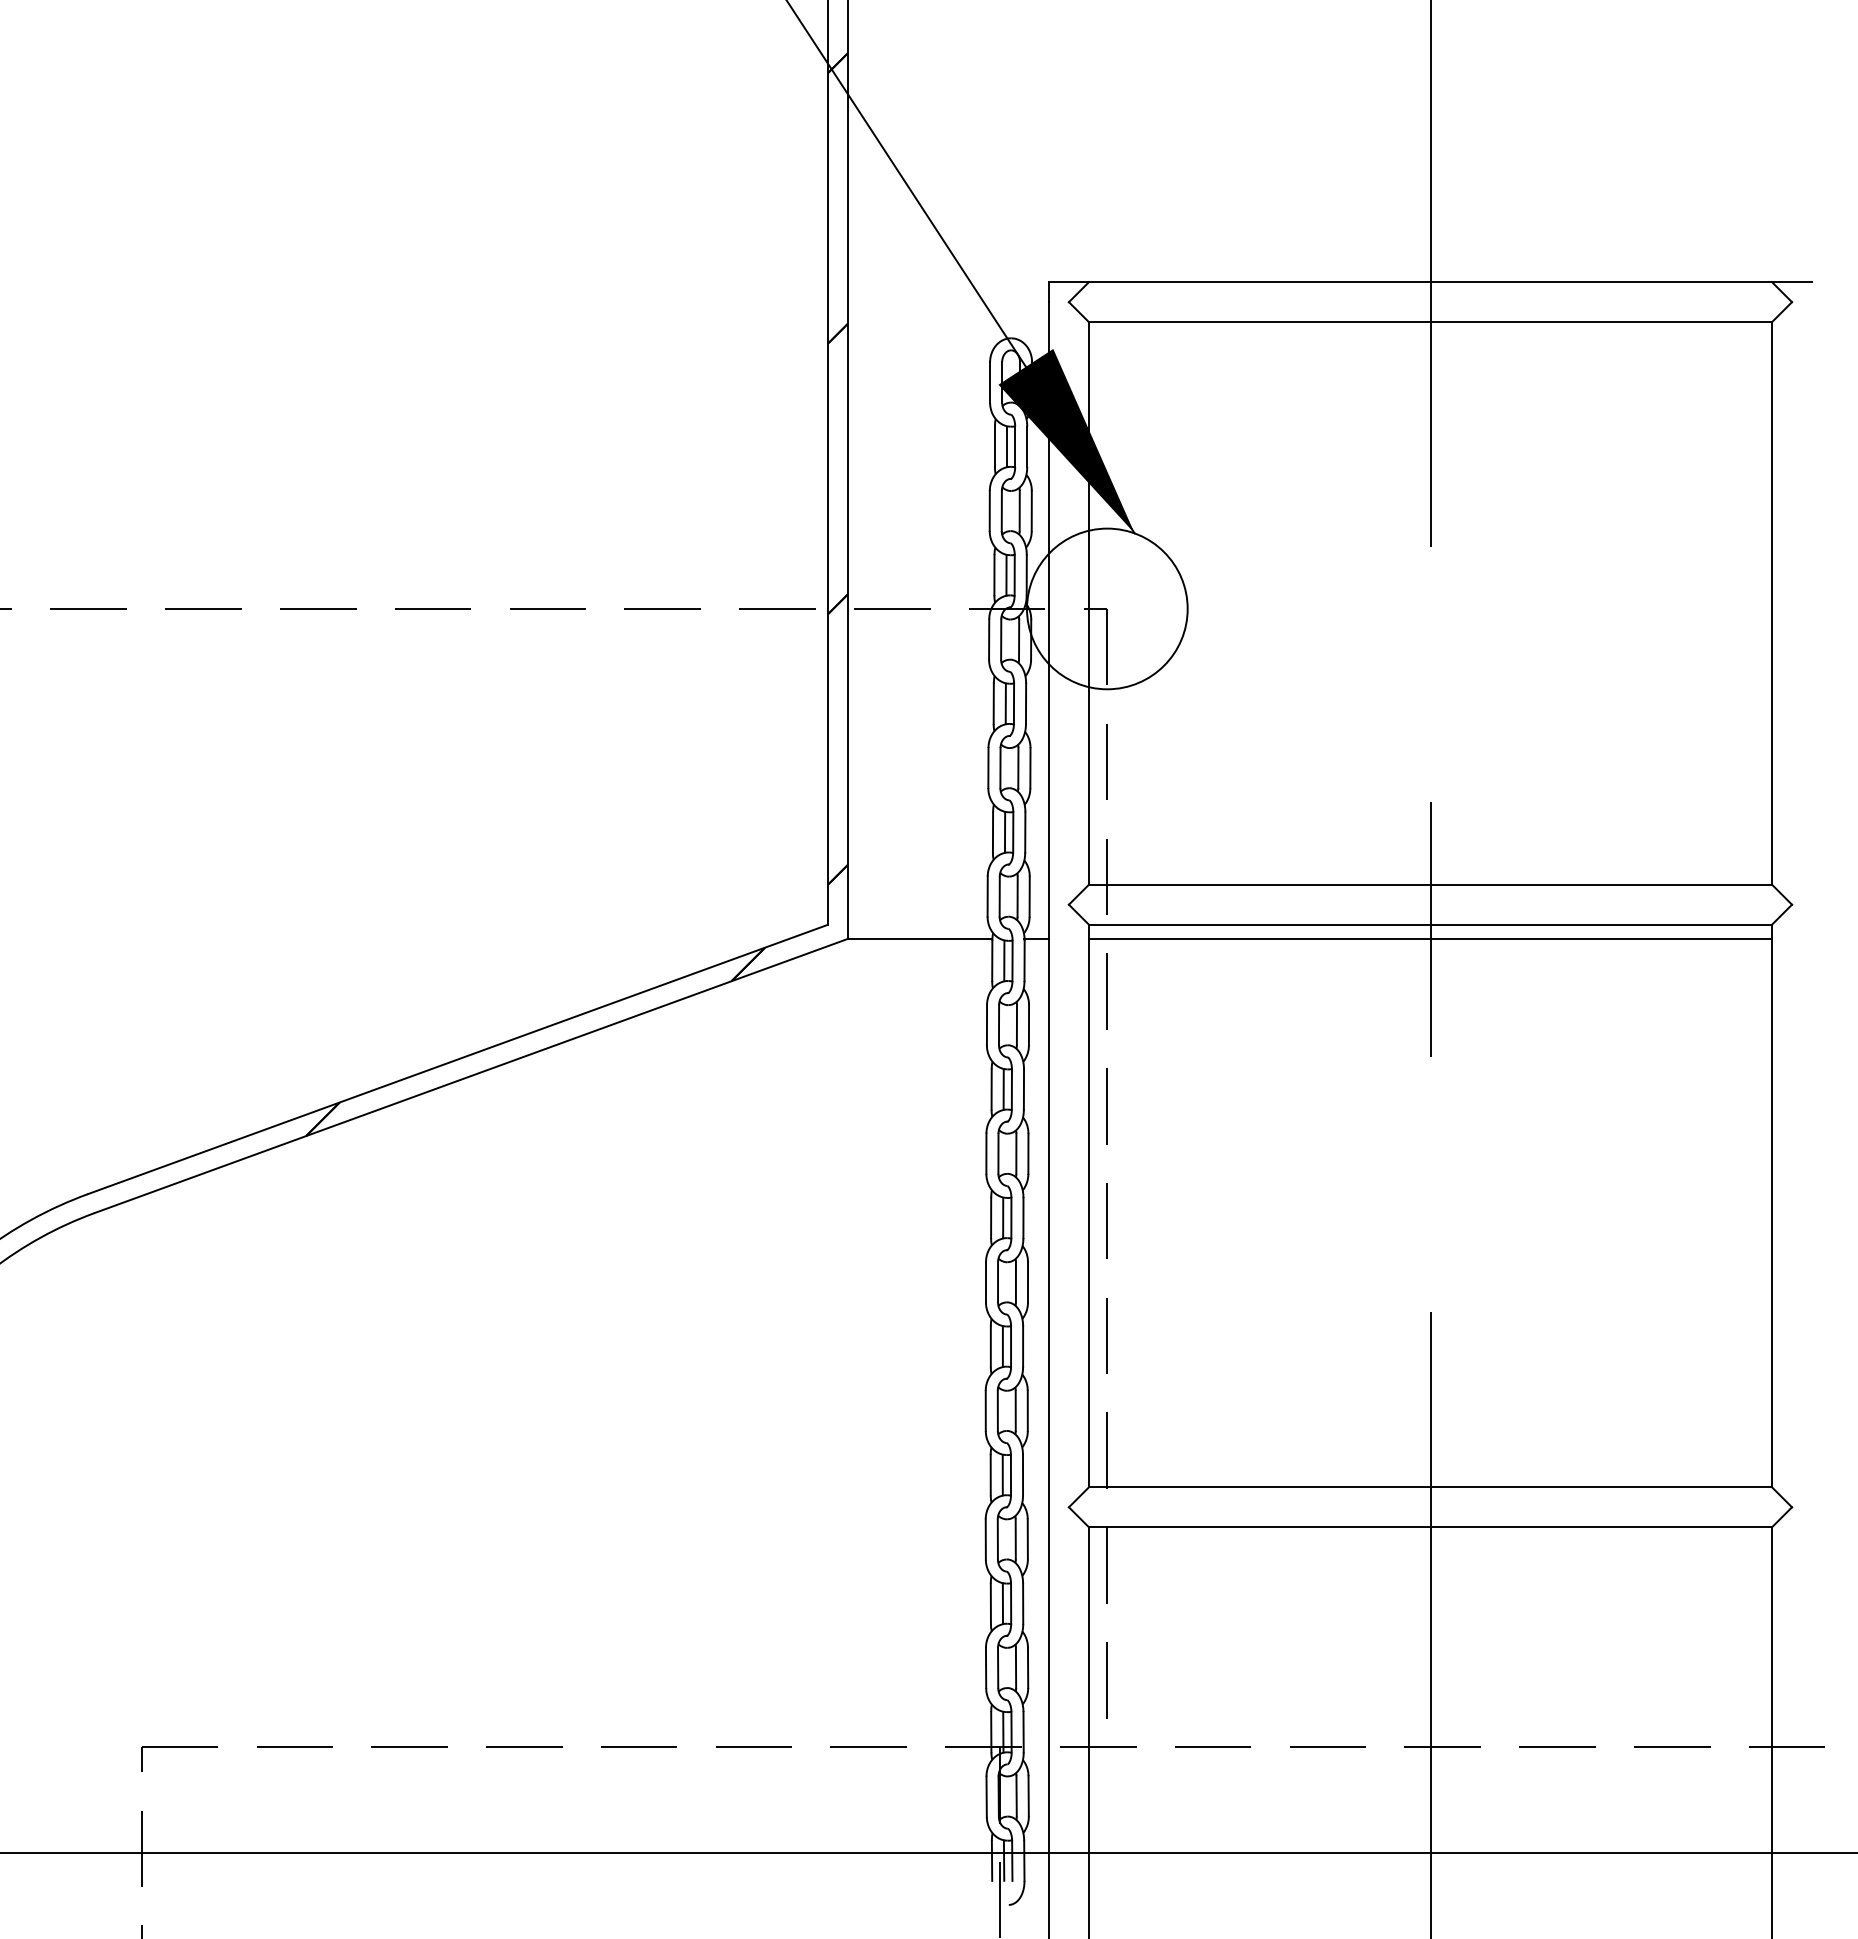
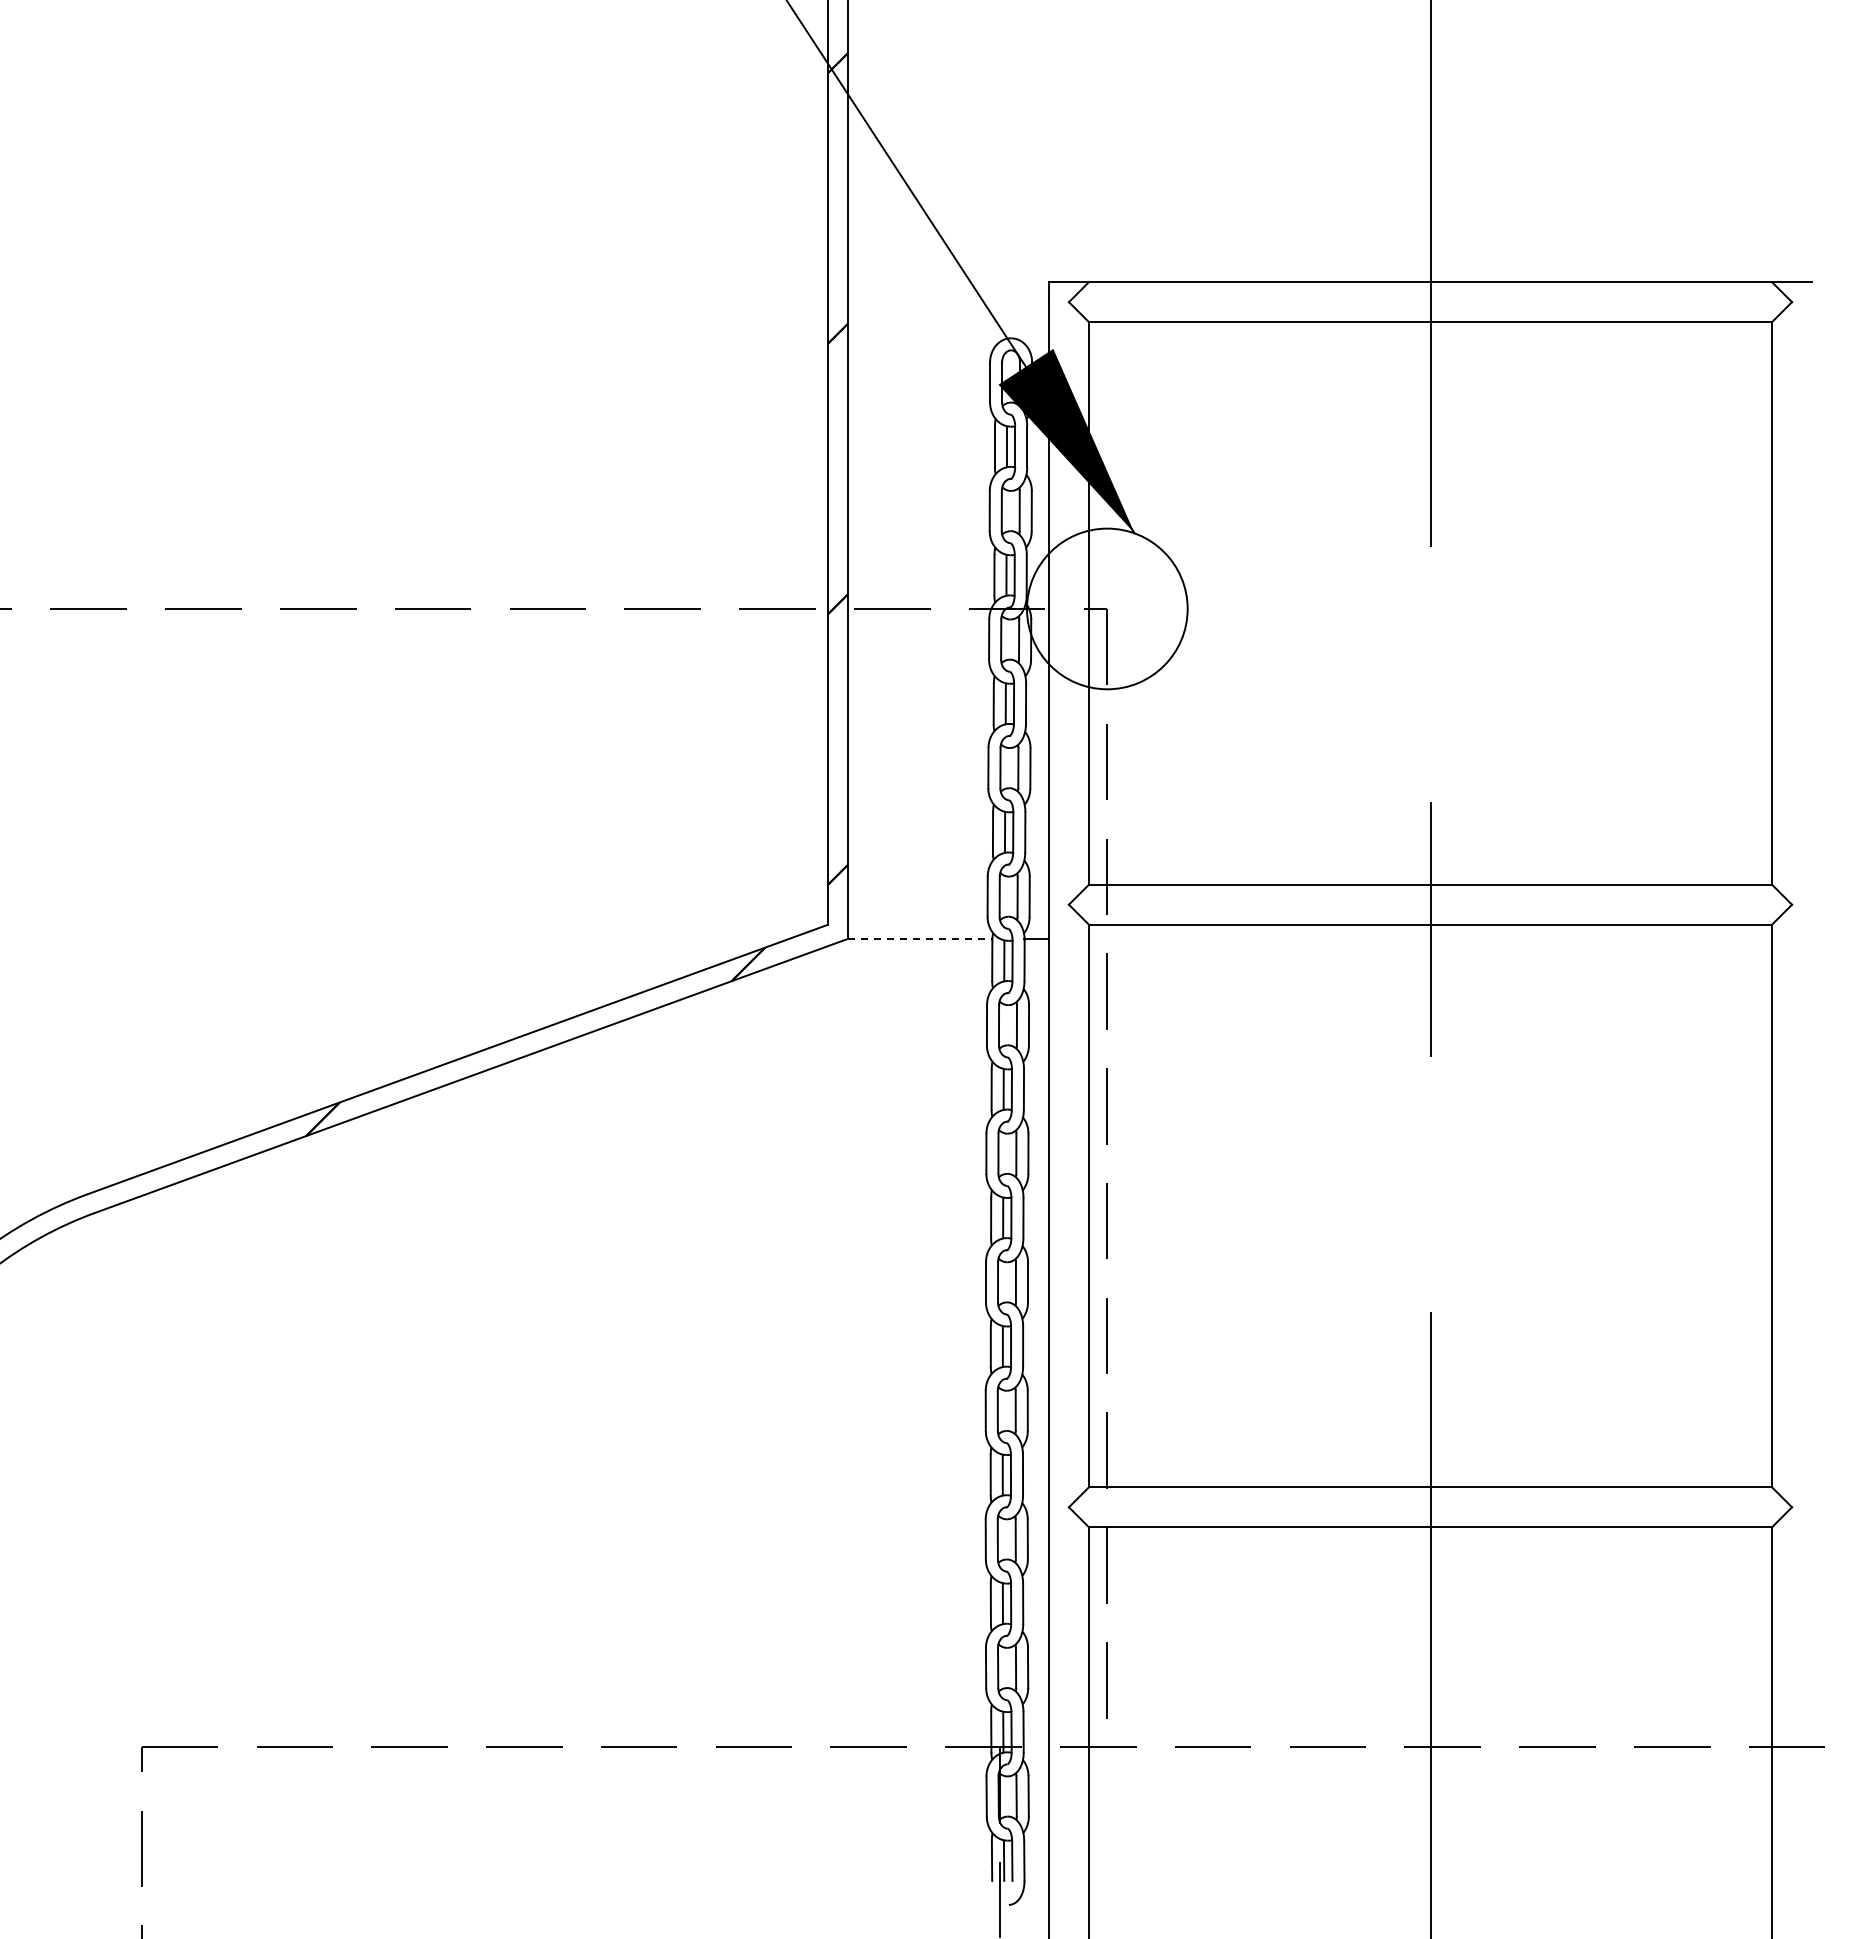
line at (920, 938): solid -> dashed
line at (1430, 938): present -> none
line at (928, 1853): present -> none
